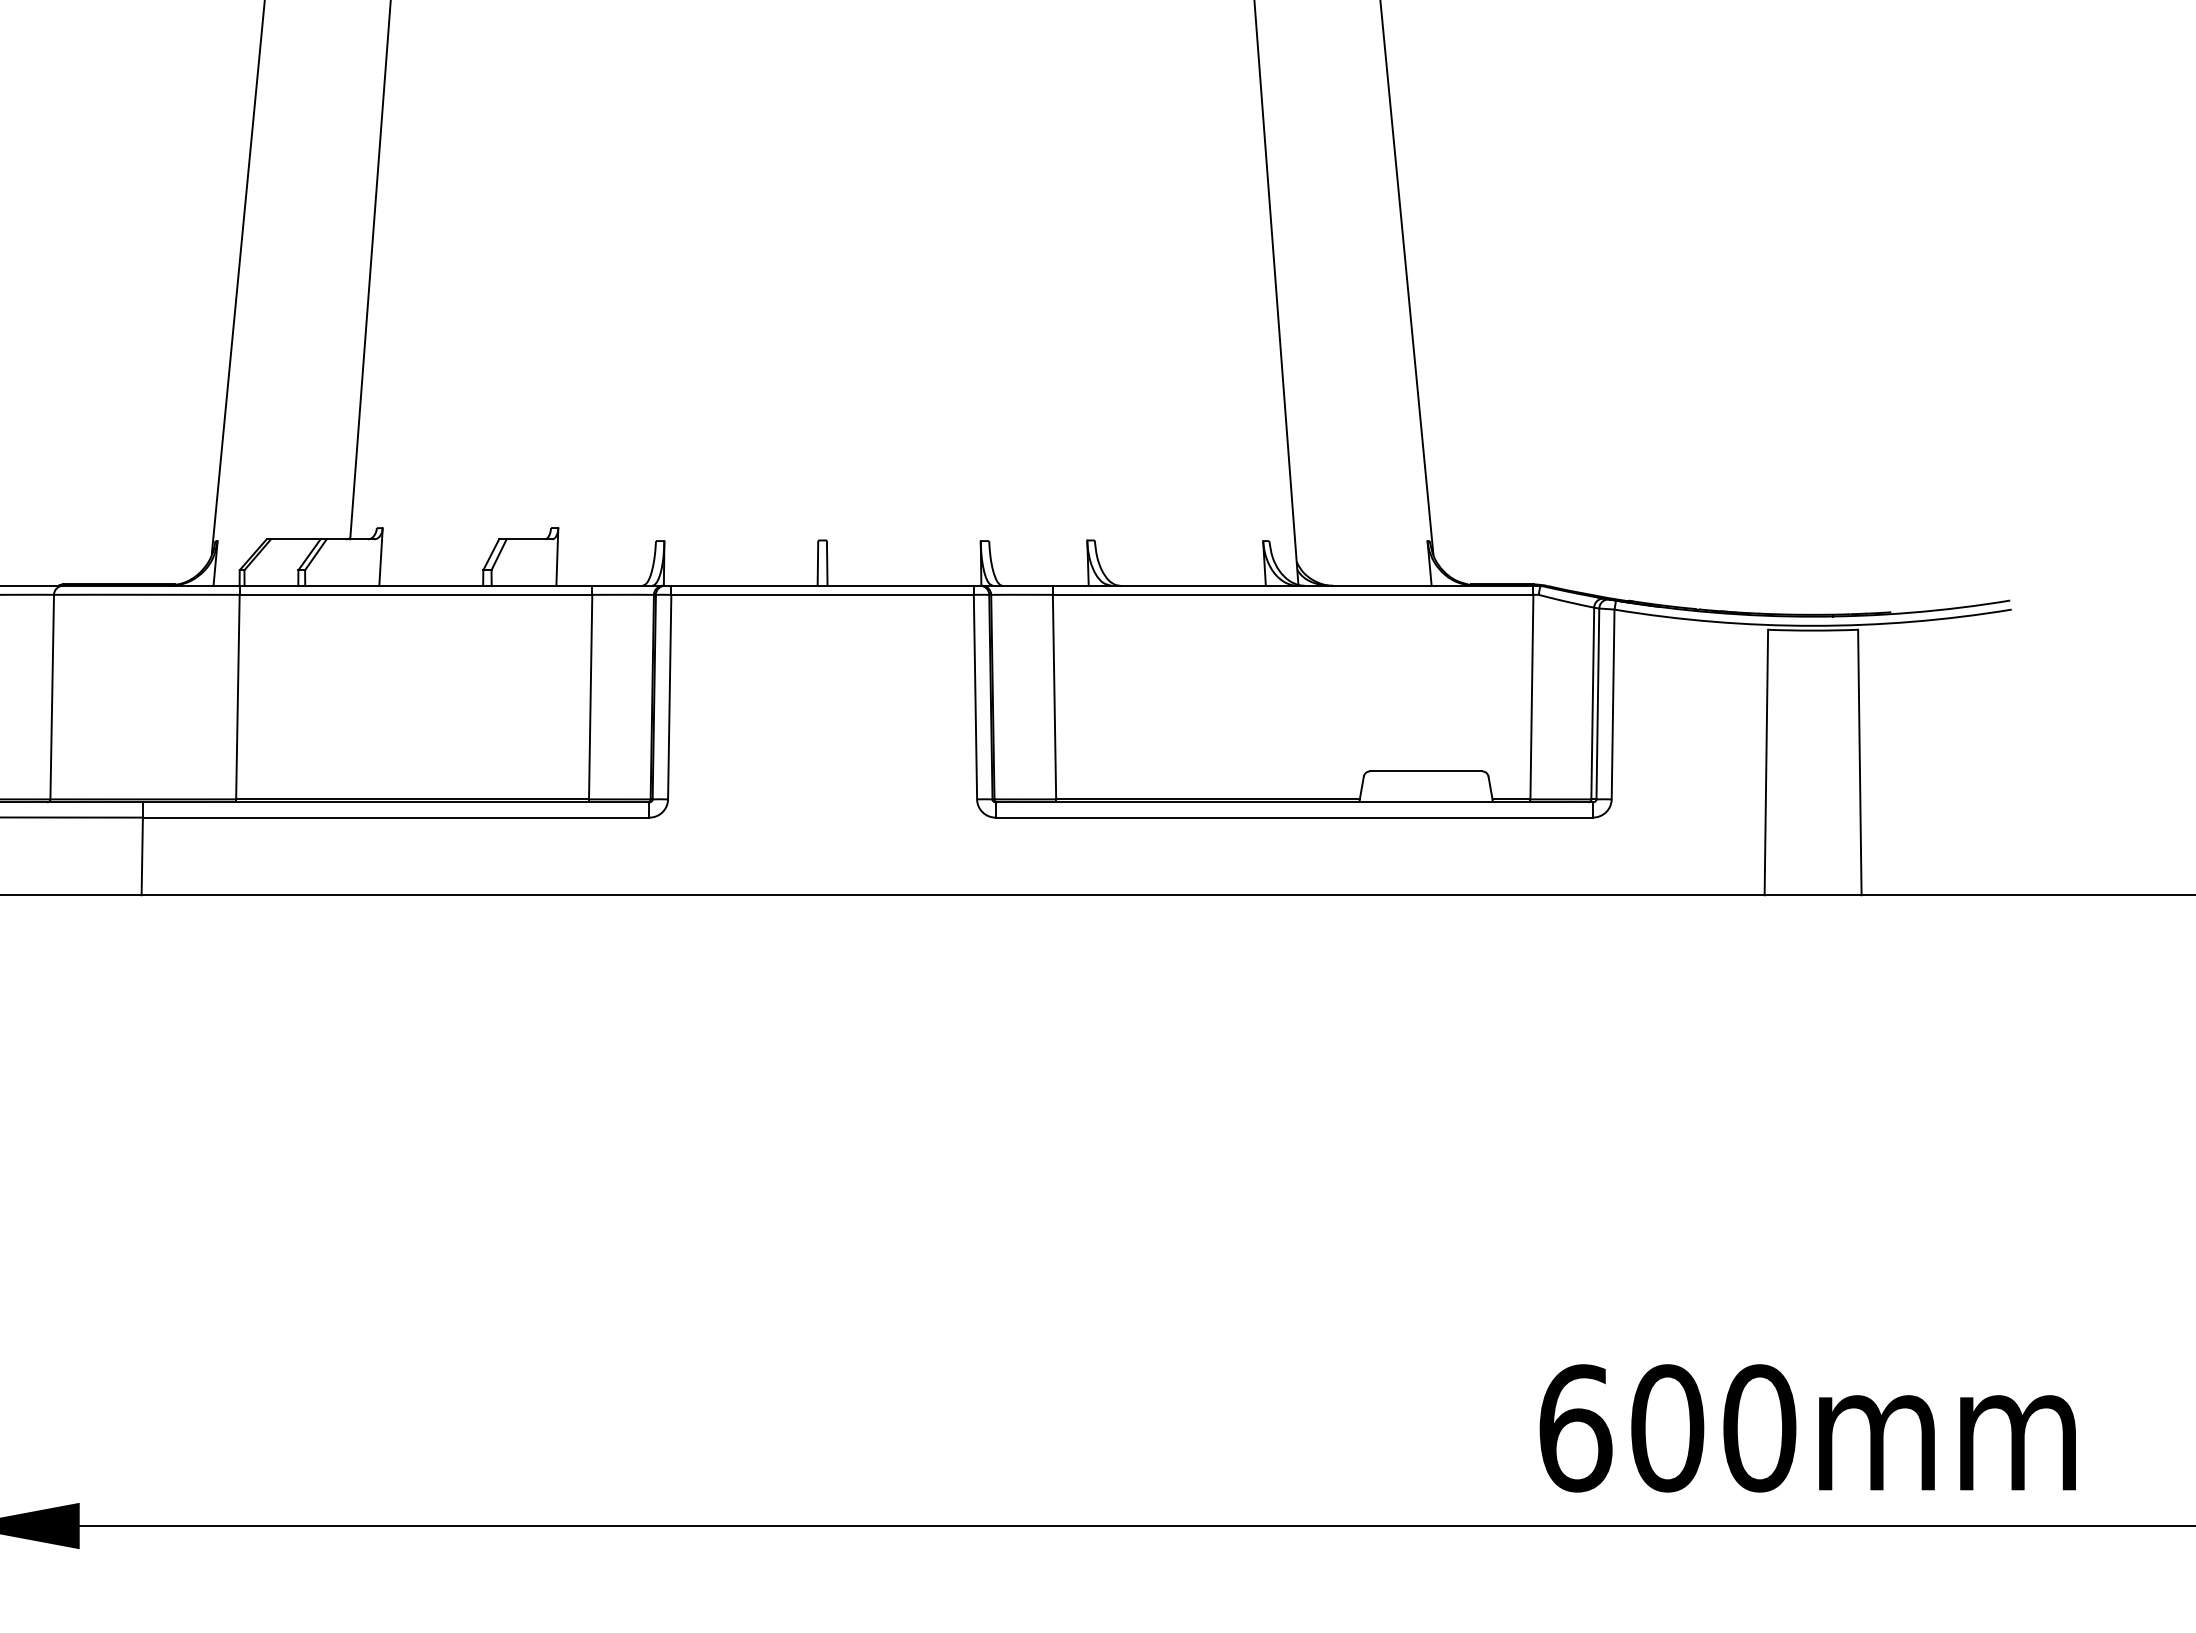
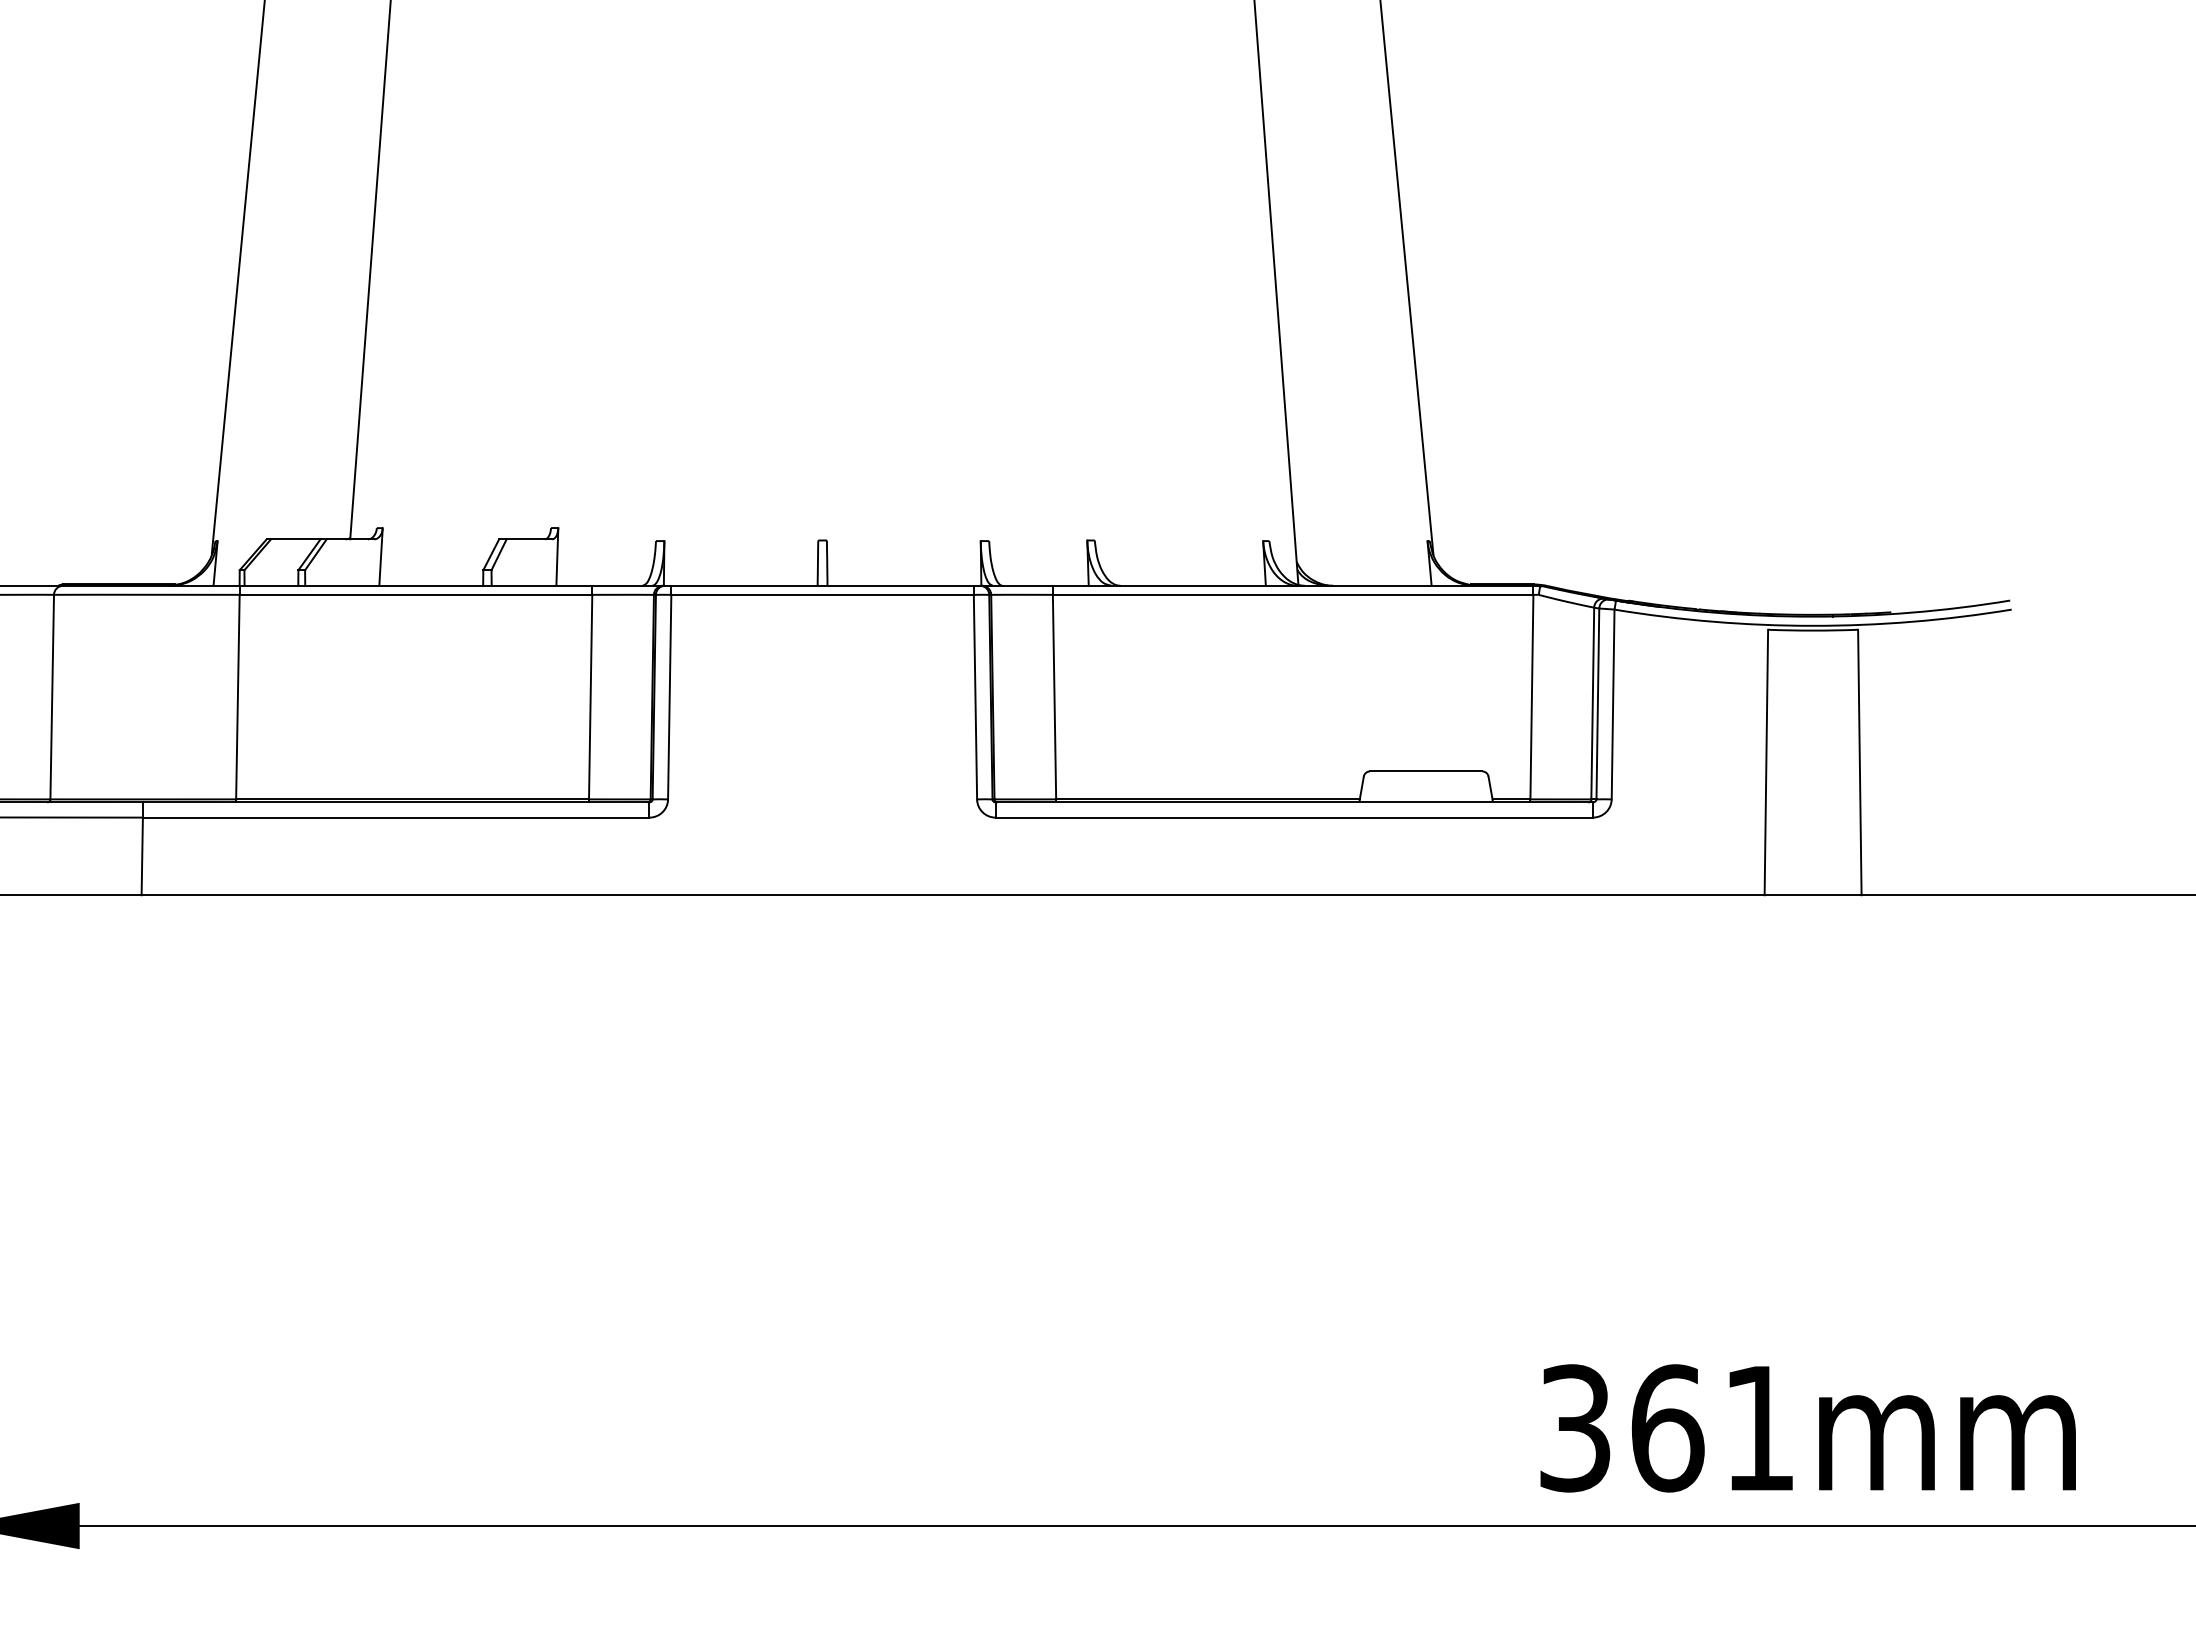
text at (1667, 1428): 600mm -> 361mm
